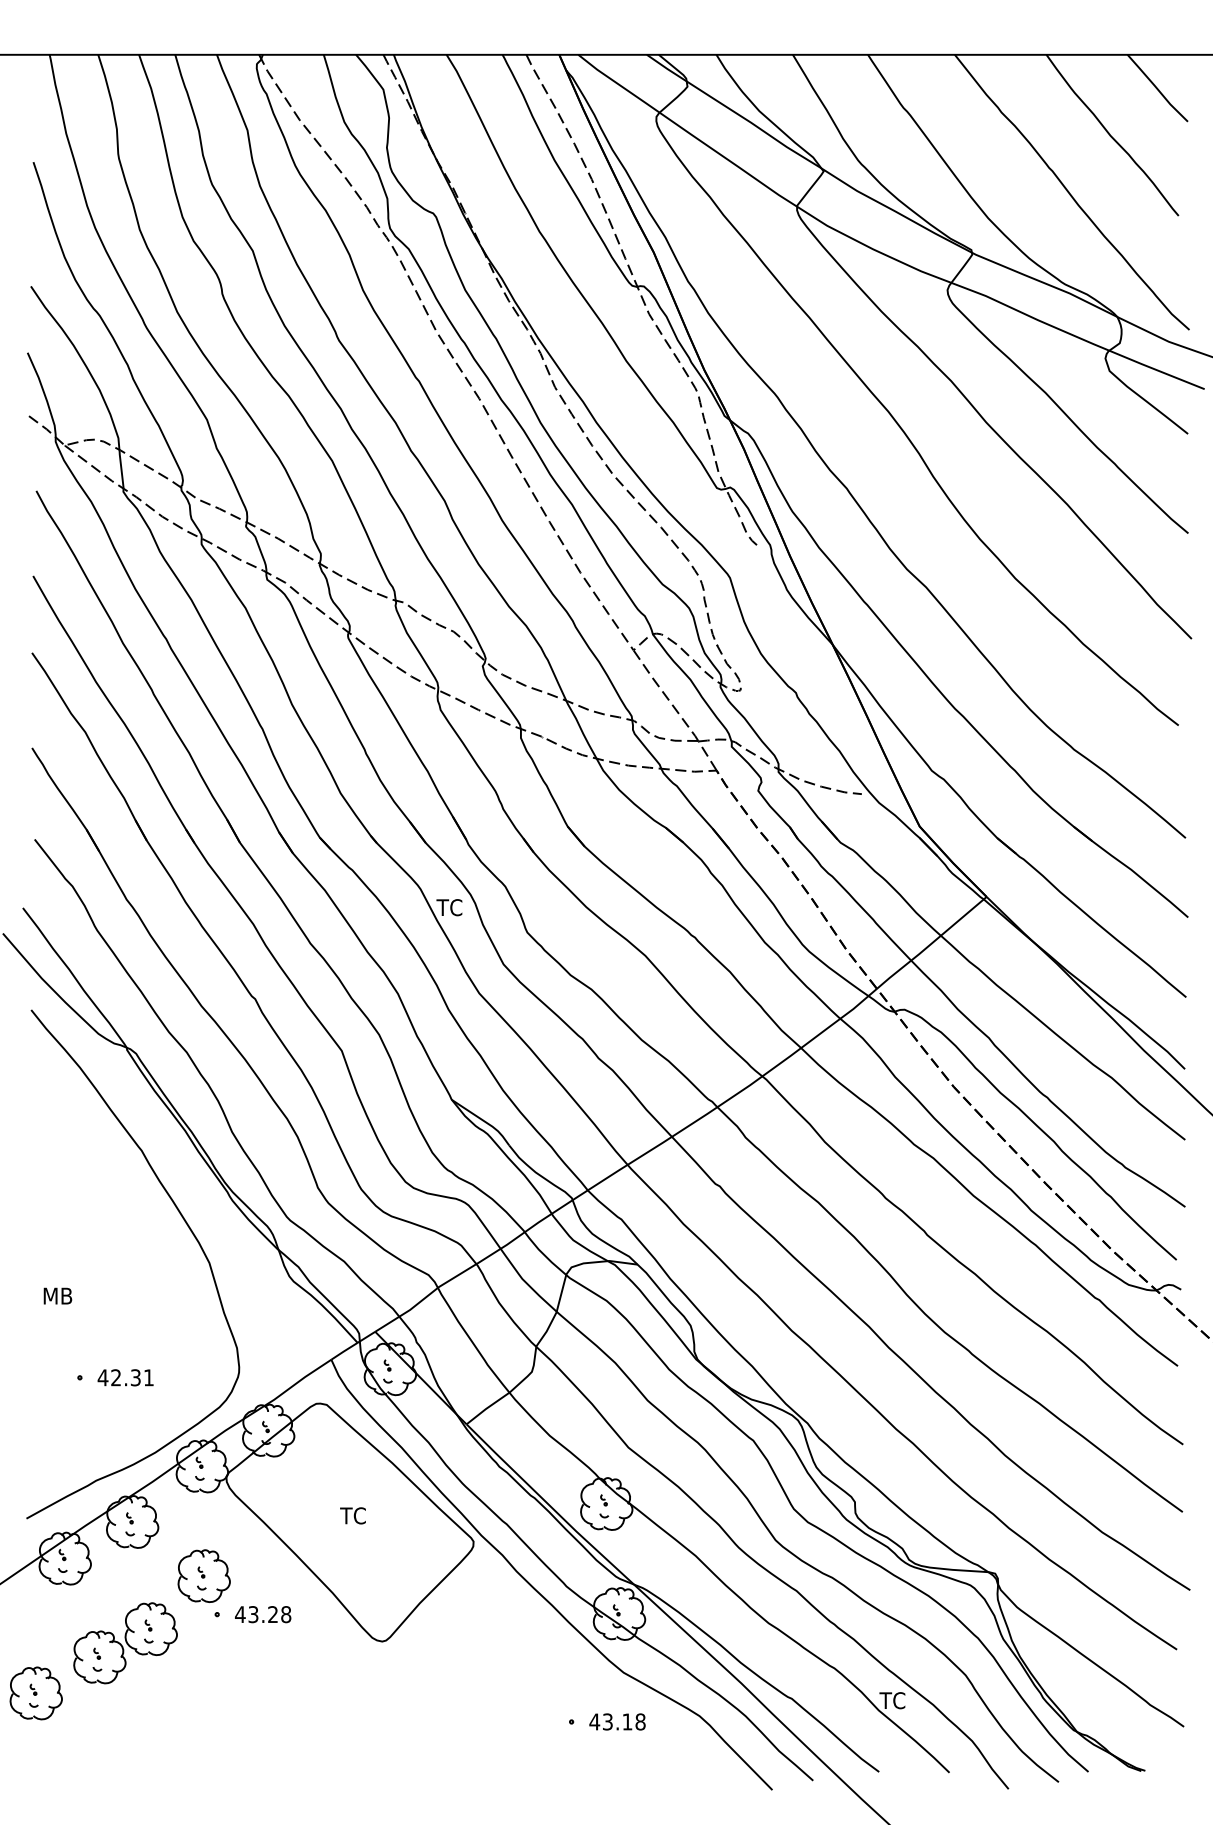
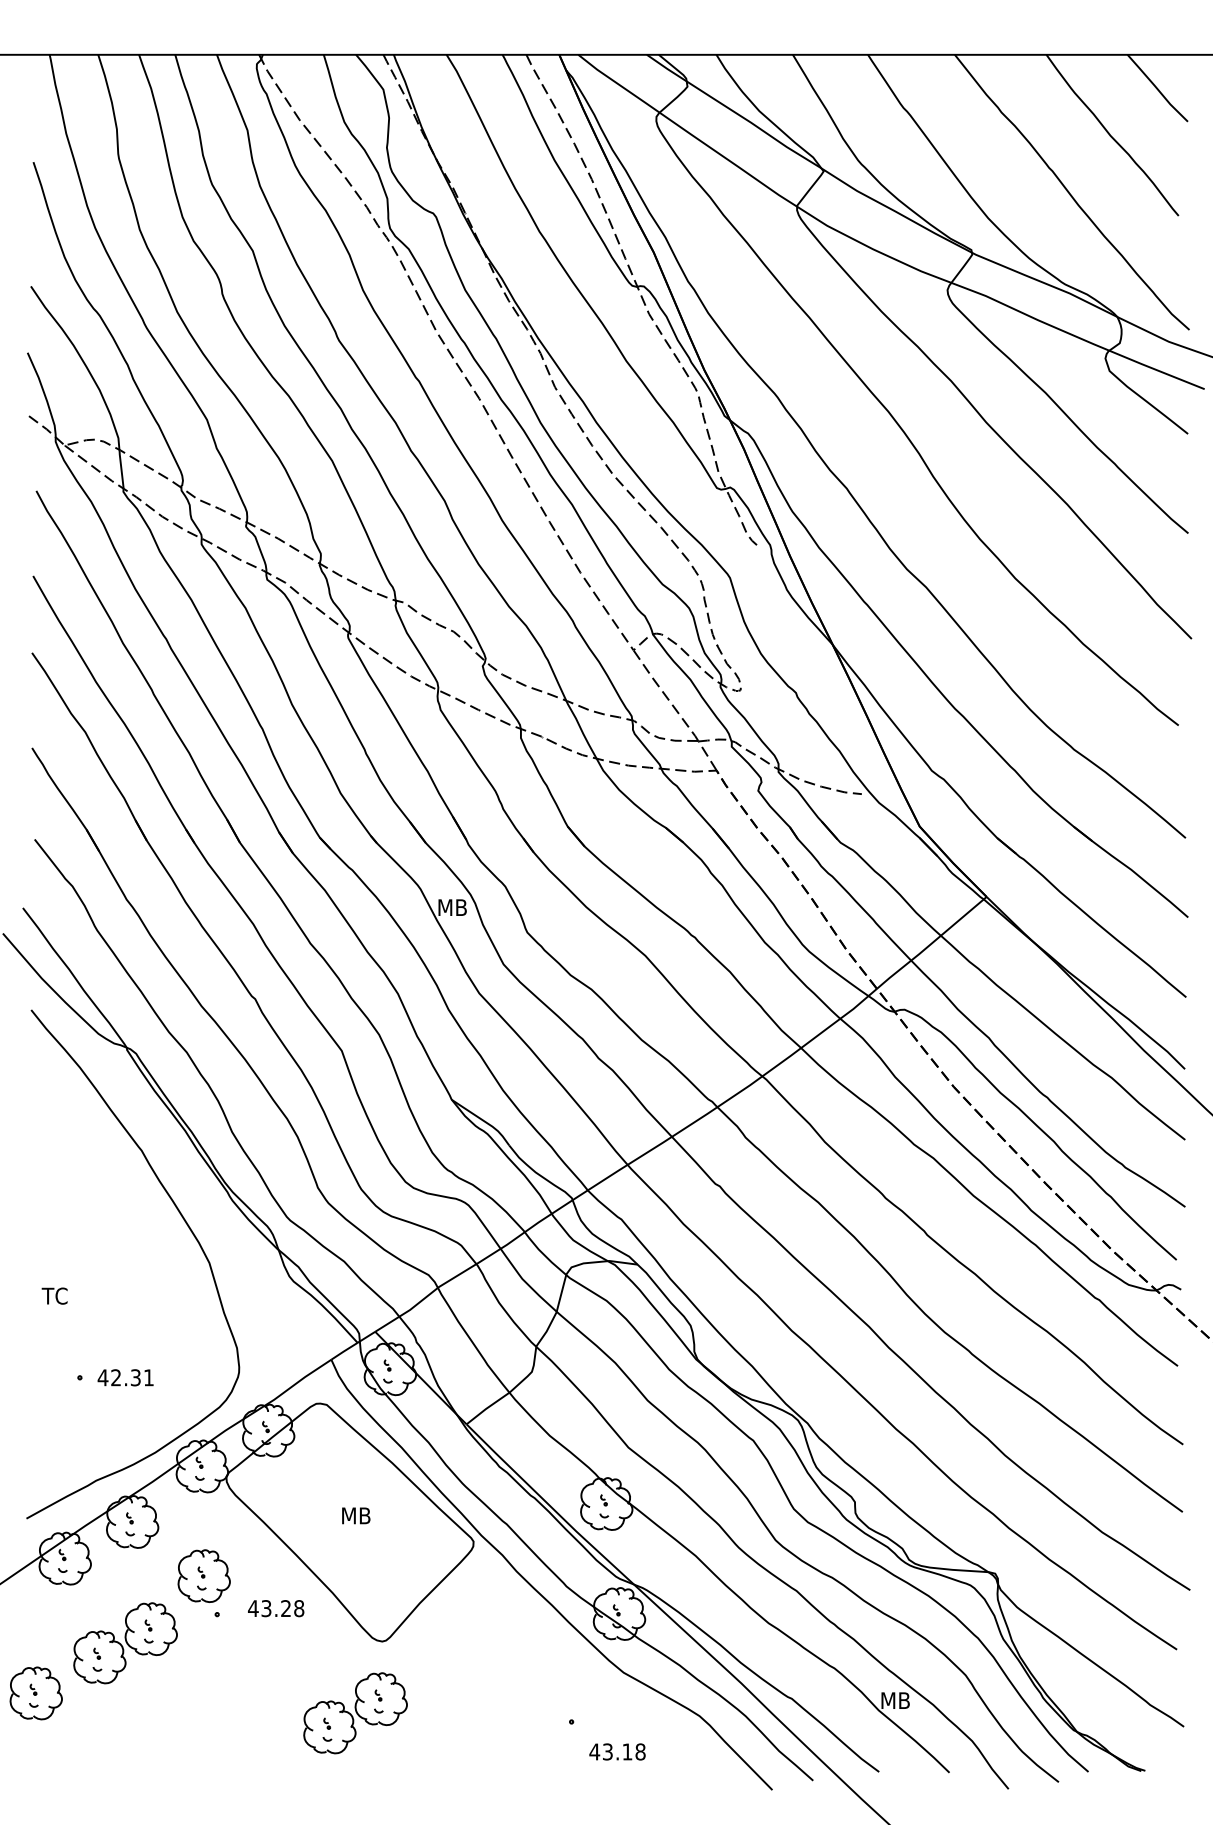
text at (451, 907): TC -> MB
text at (56, 1295): MB -> TC
text at (355, 1515): TC -> MB
text at (263, 1614) position: (263, 1614) -> (276, 1608)
text at (894, 1700): TC -> MB
part at (355, 1713): none -> present
text at (617, 1721) position: (617, 1721) -> (617, 1751)
